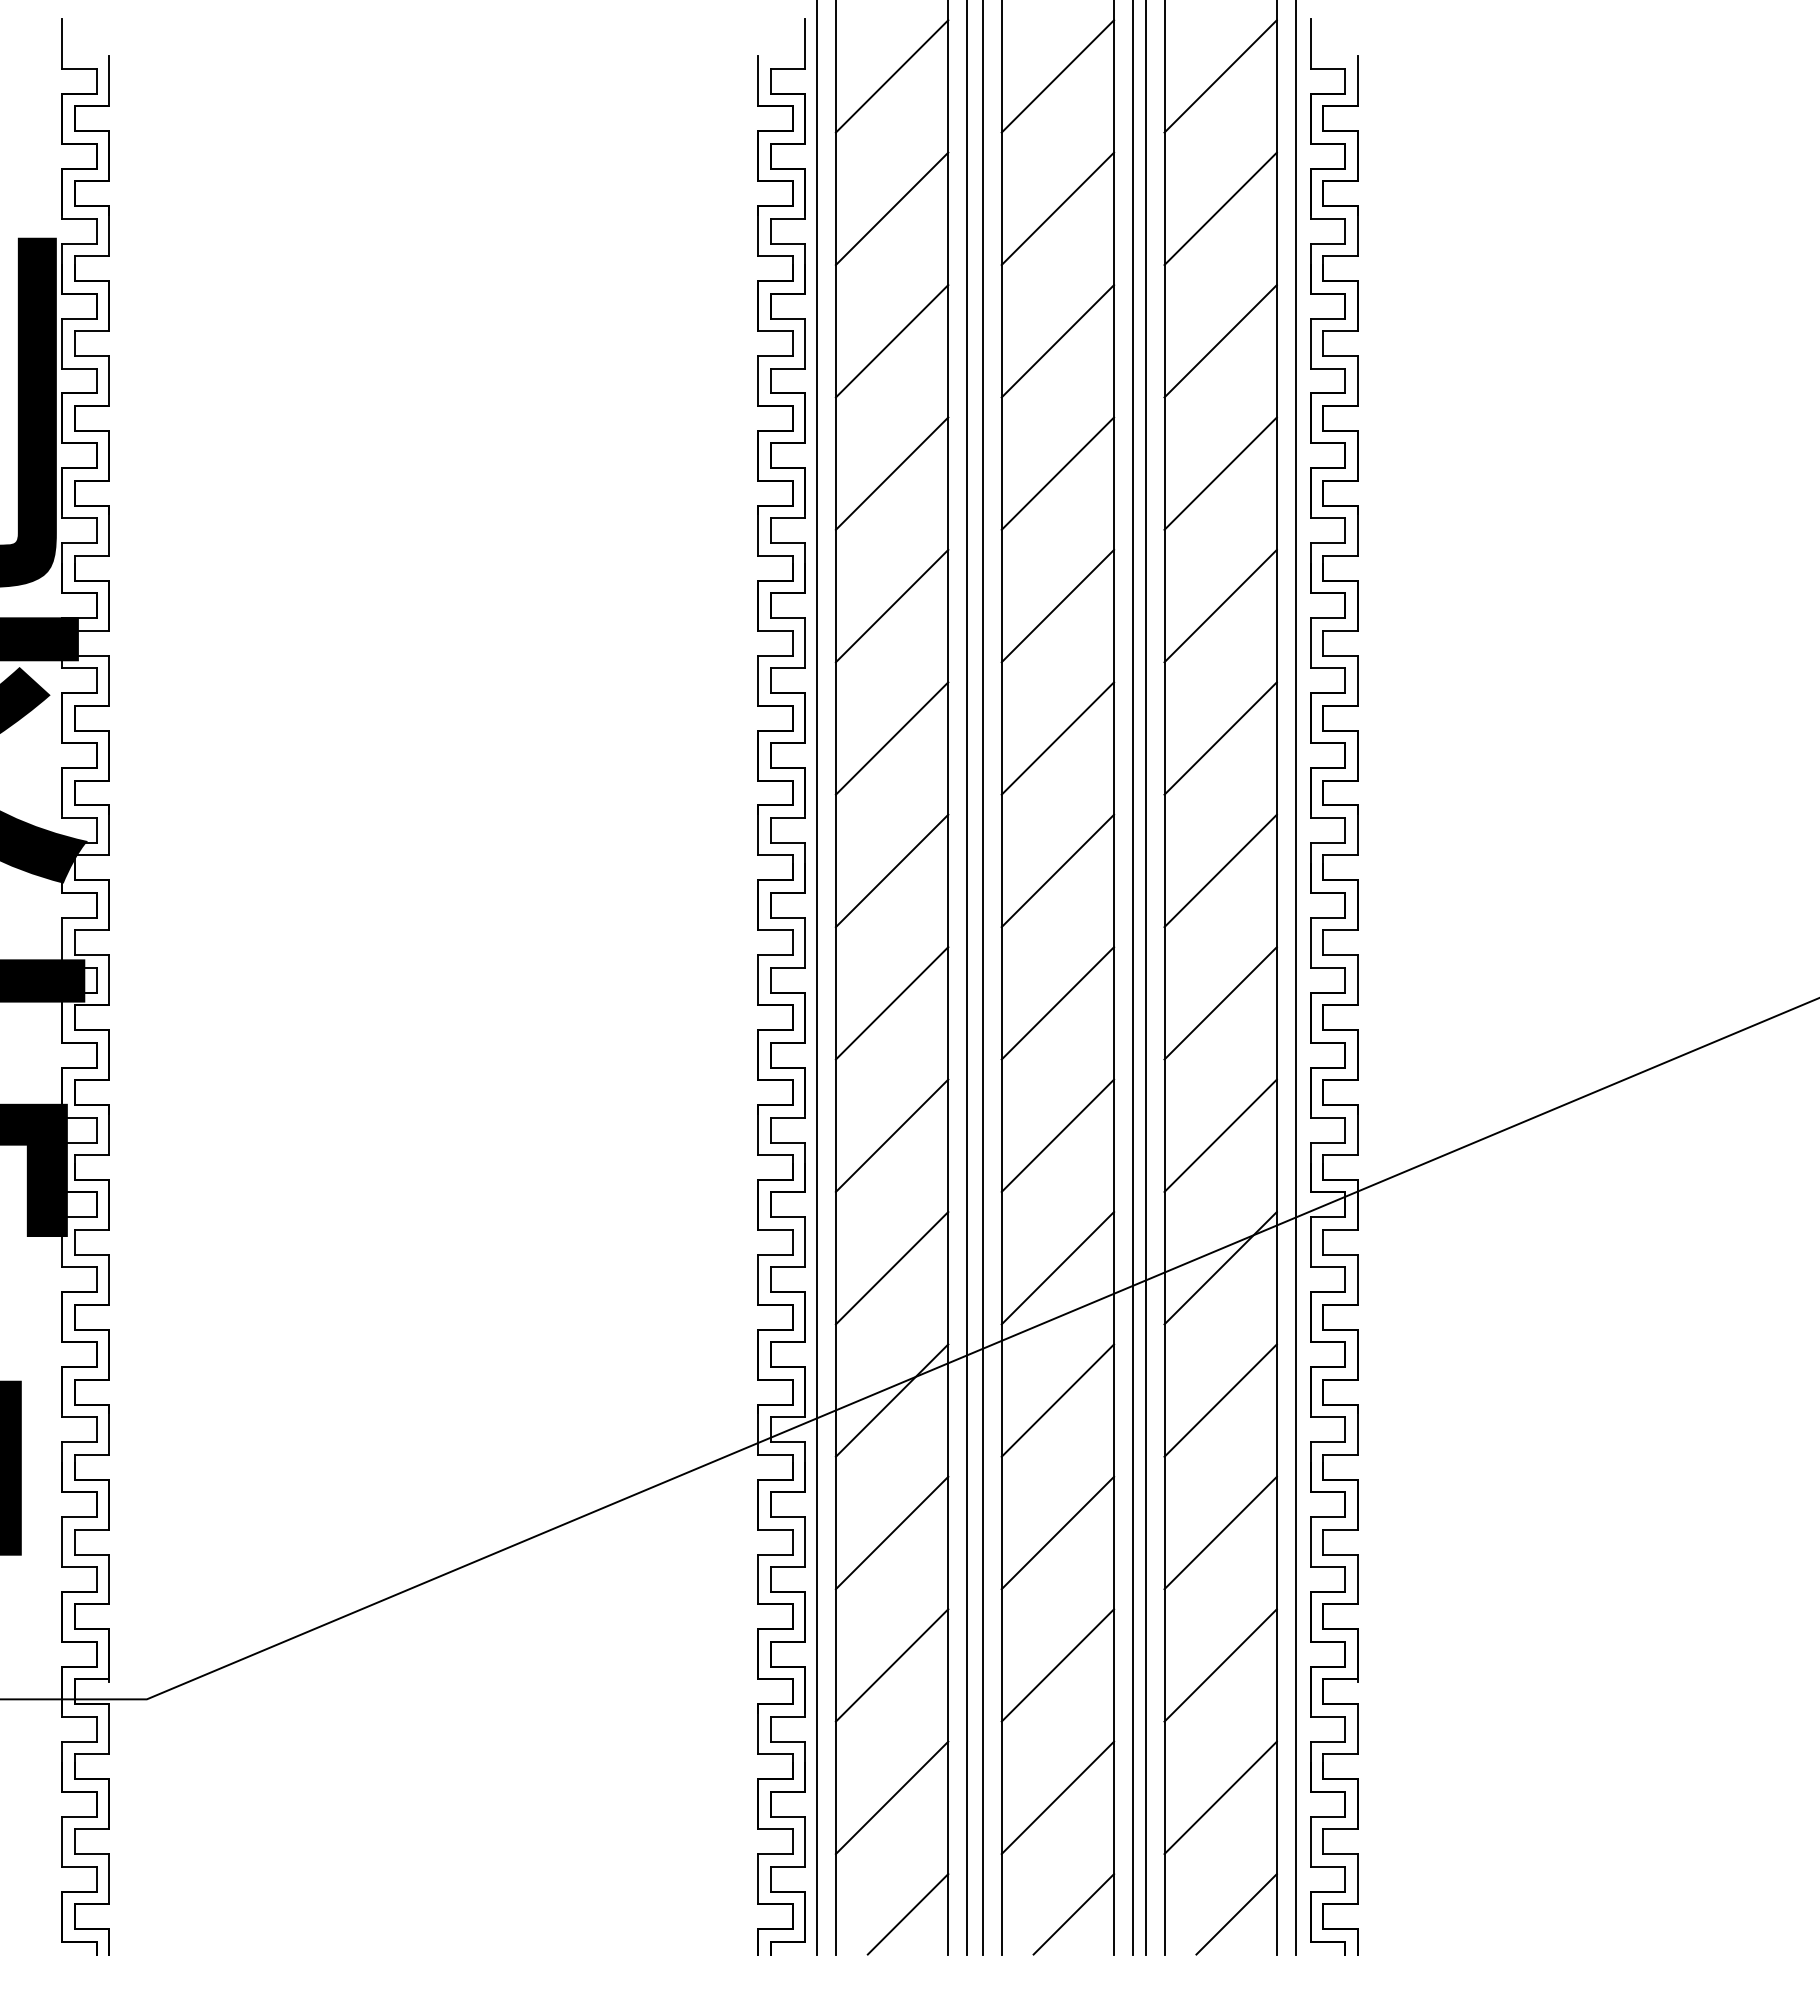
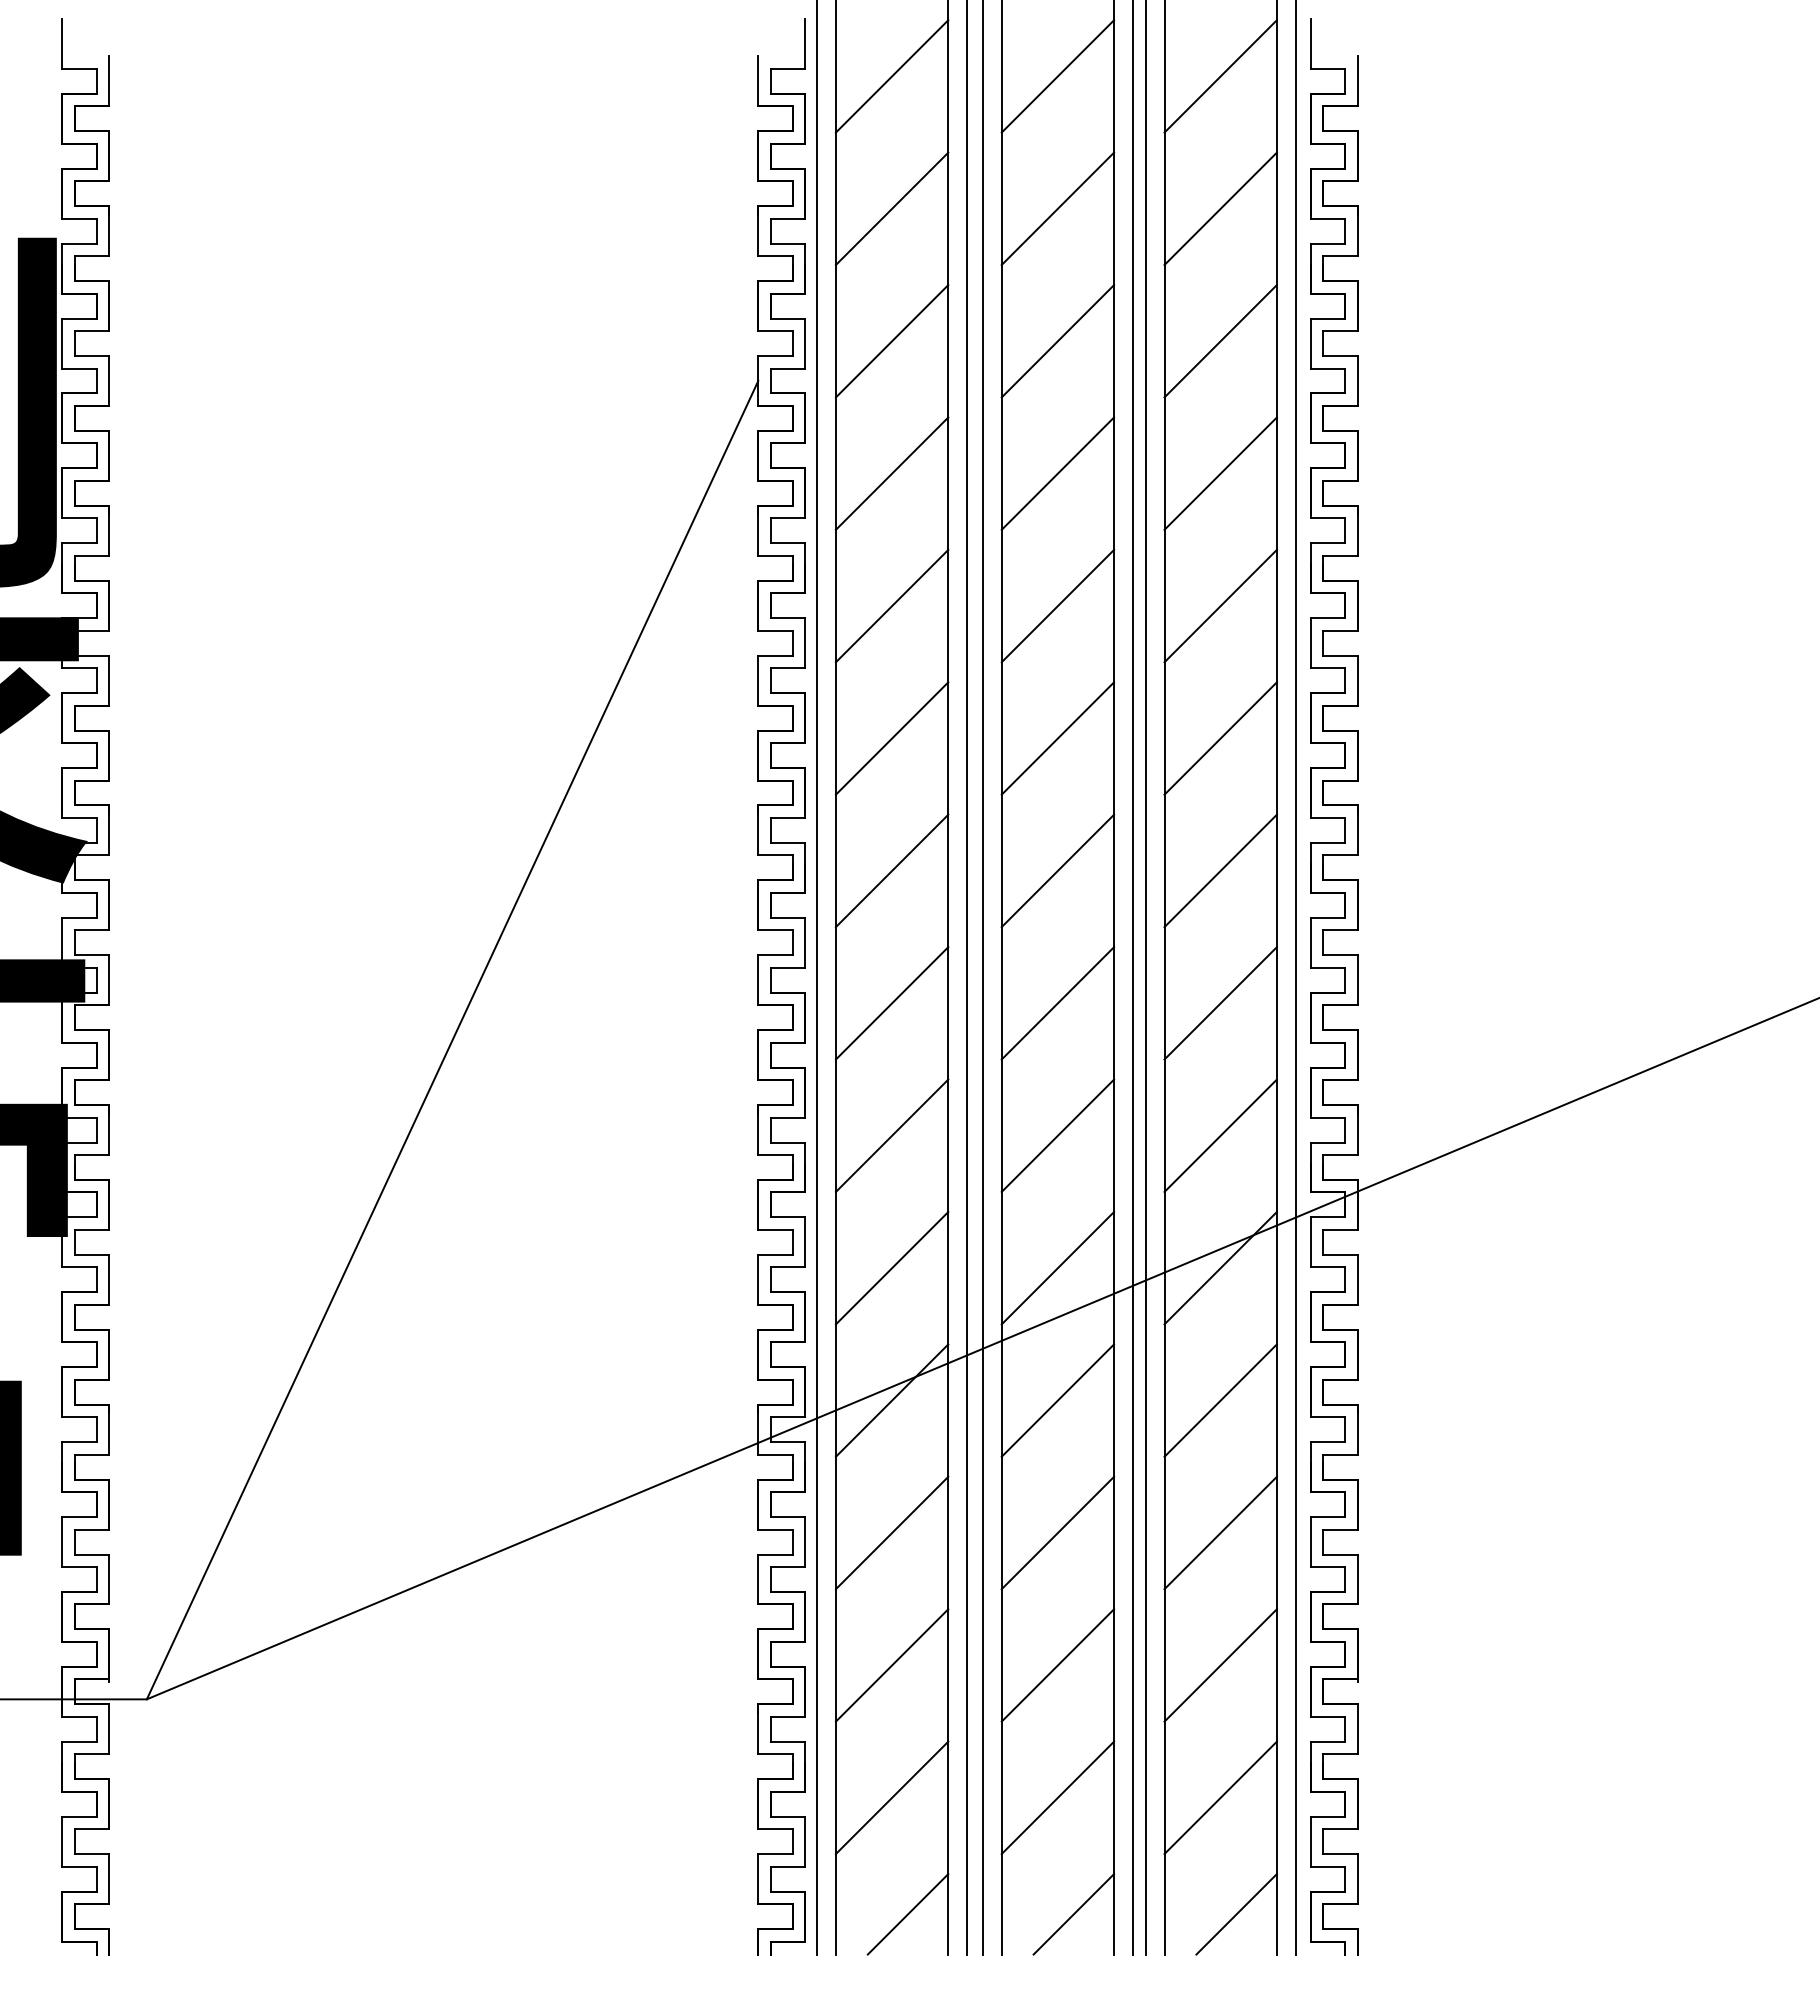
line at (452, 1040): none -> present
